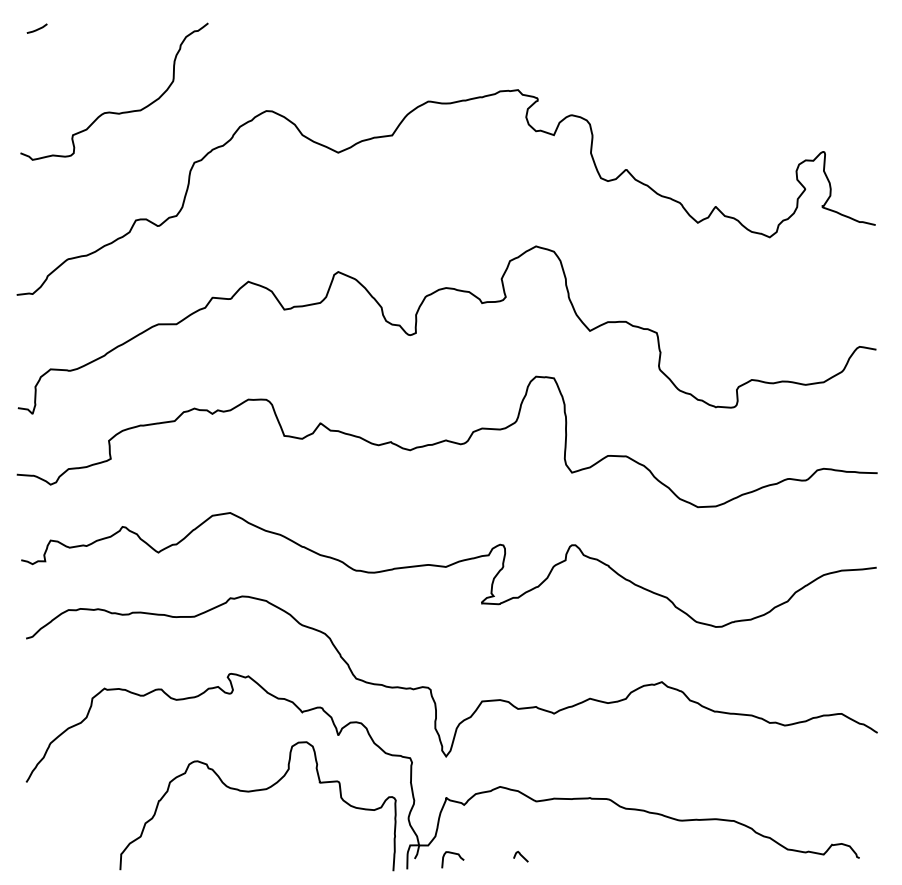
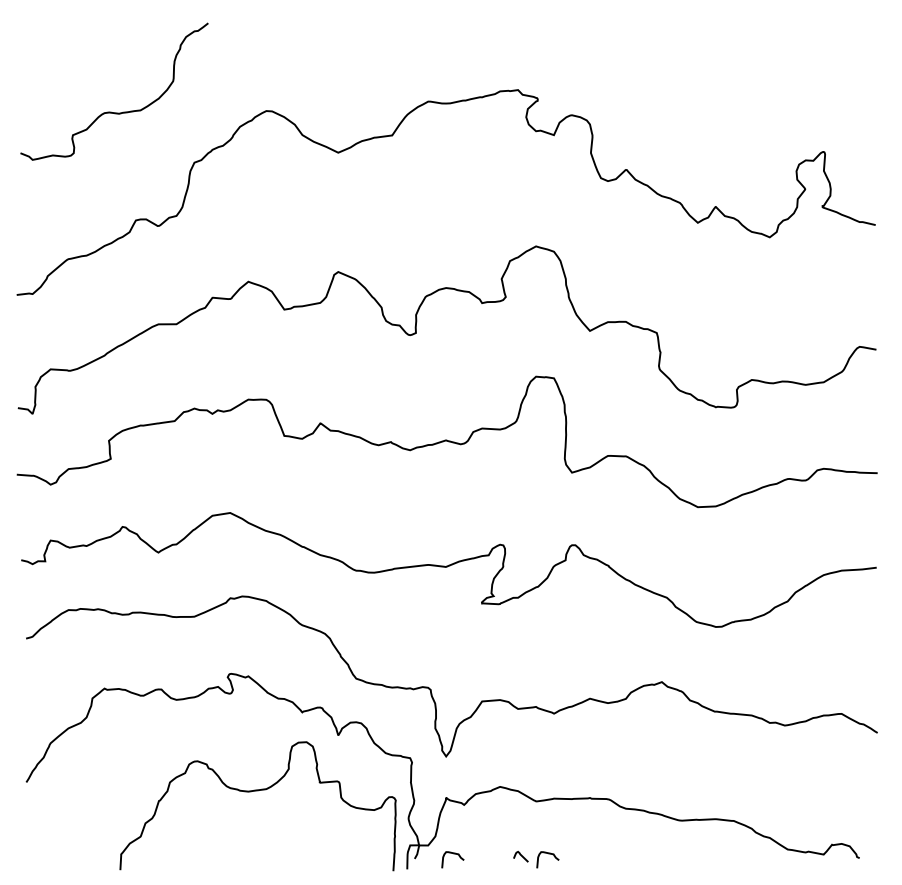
line at (37, 28): present -> none
curve at (548, 854): none -> present
